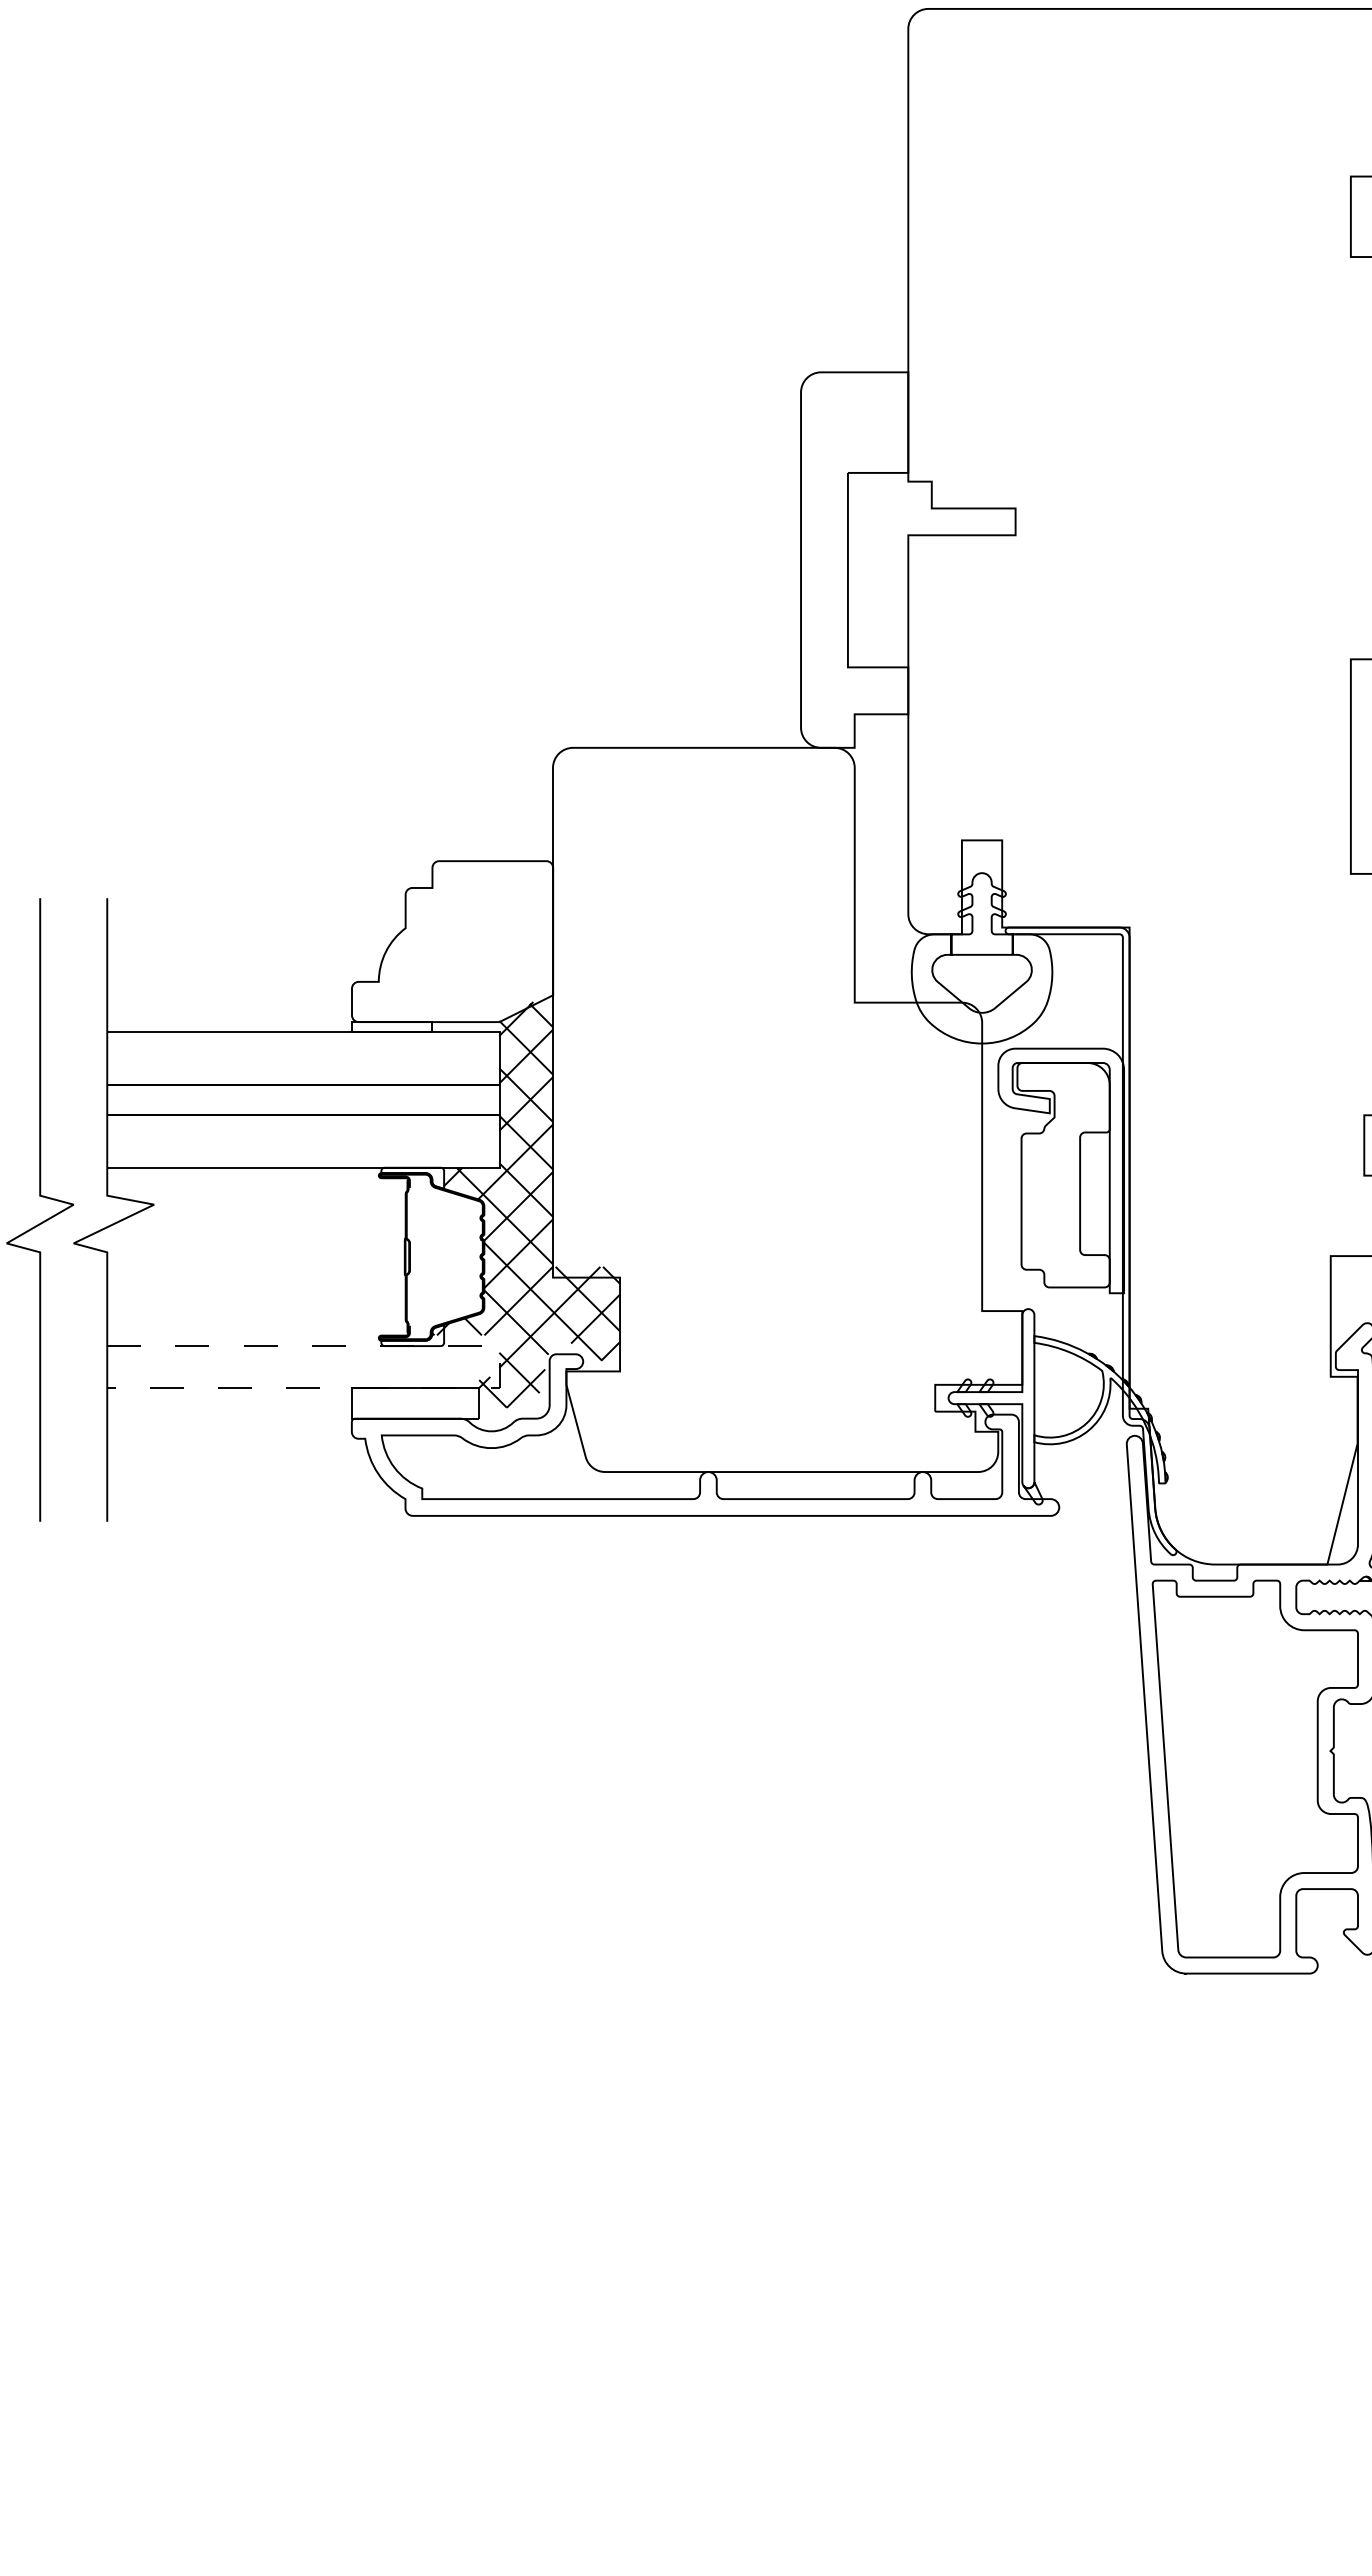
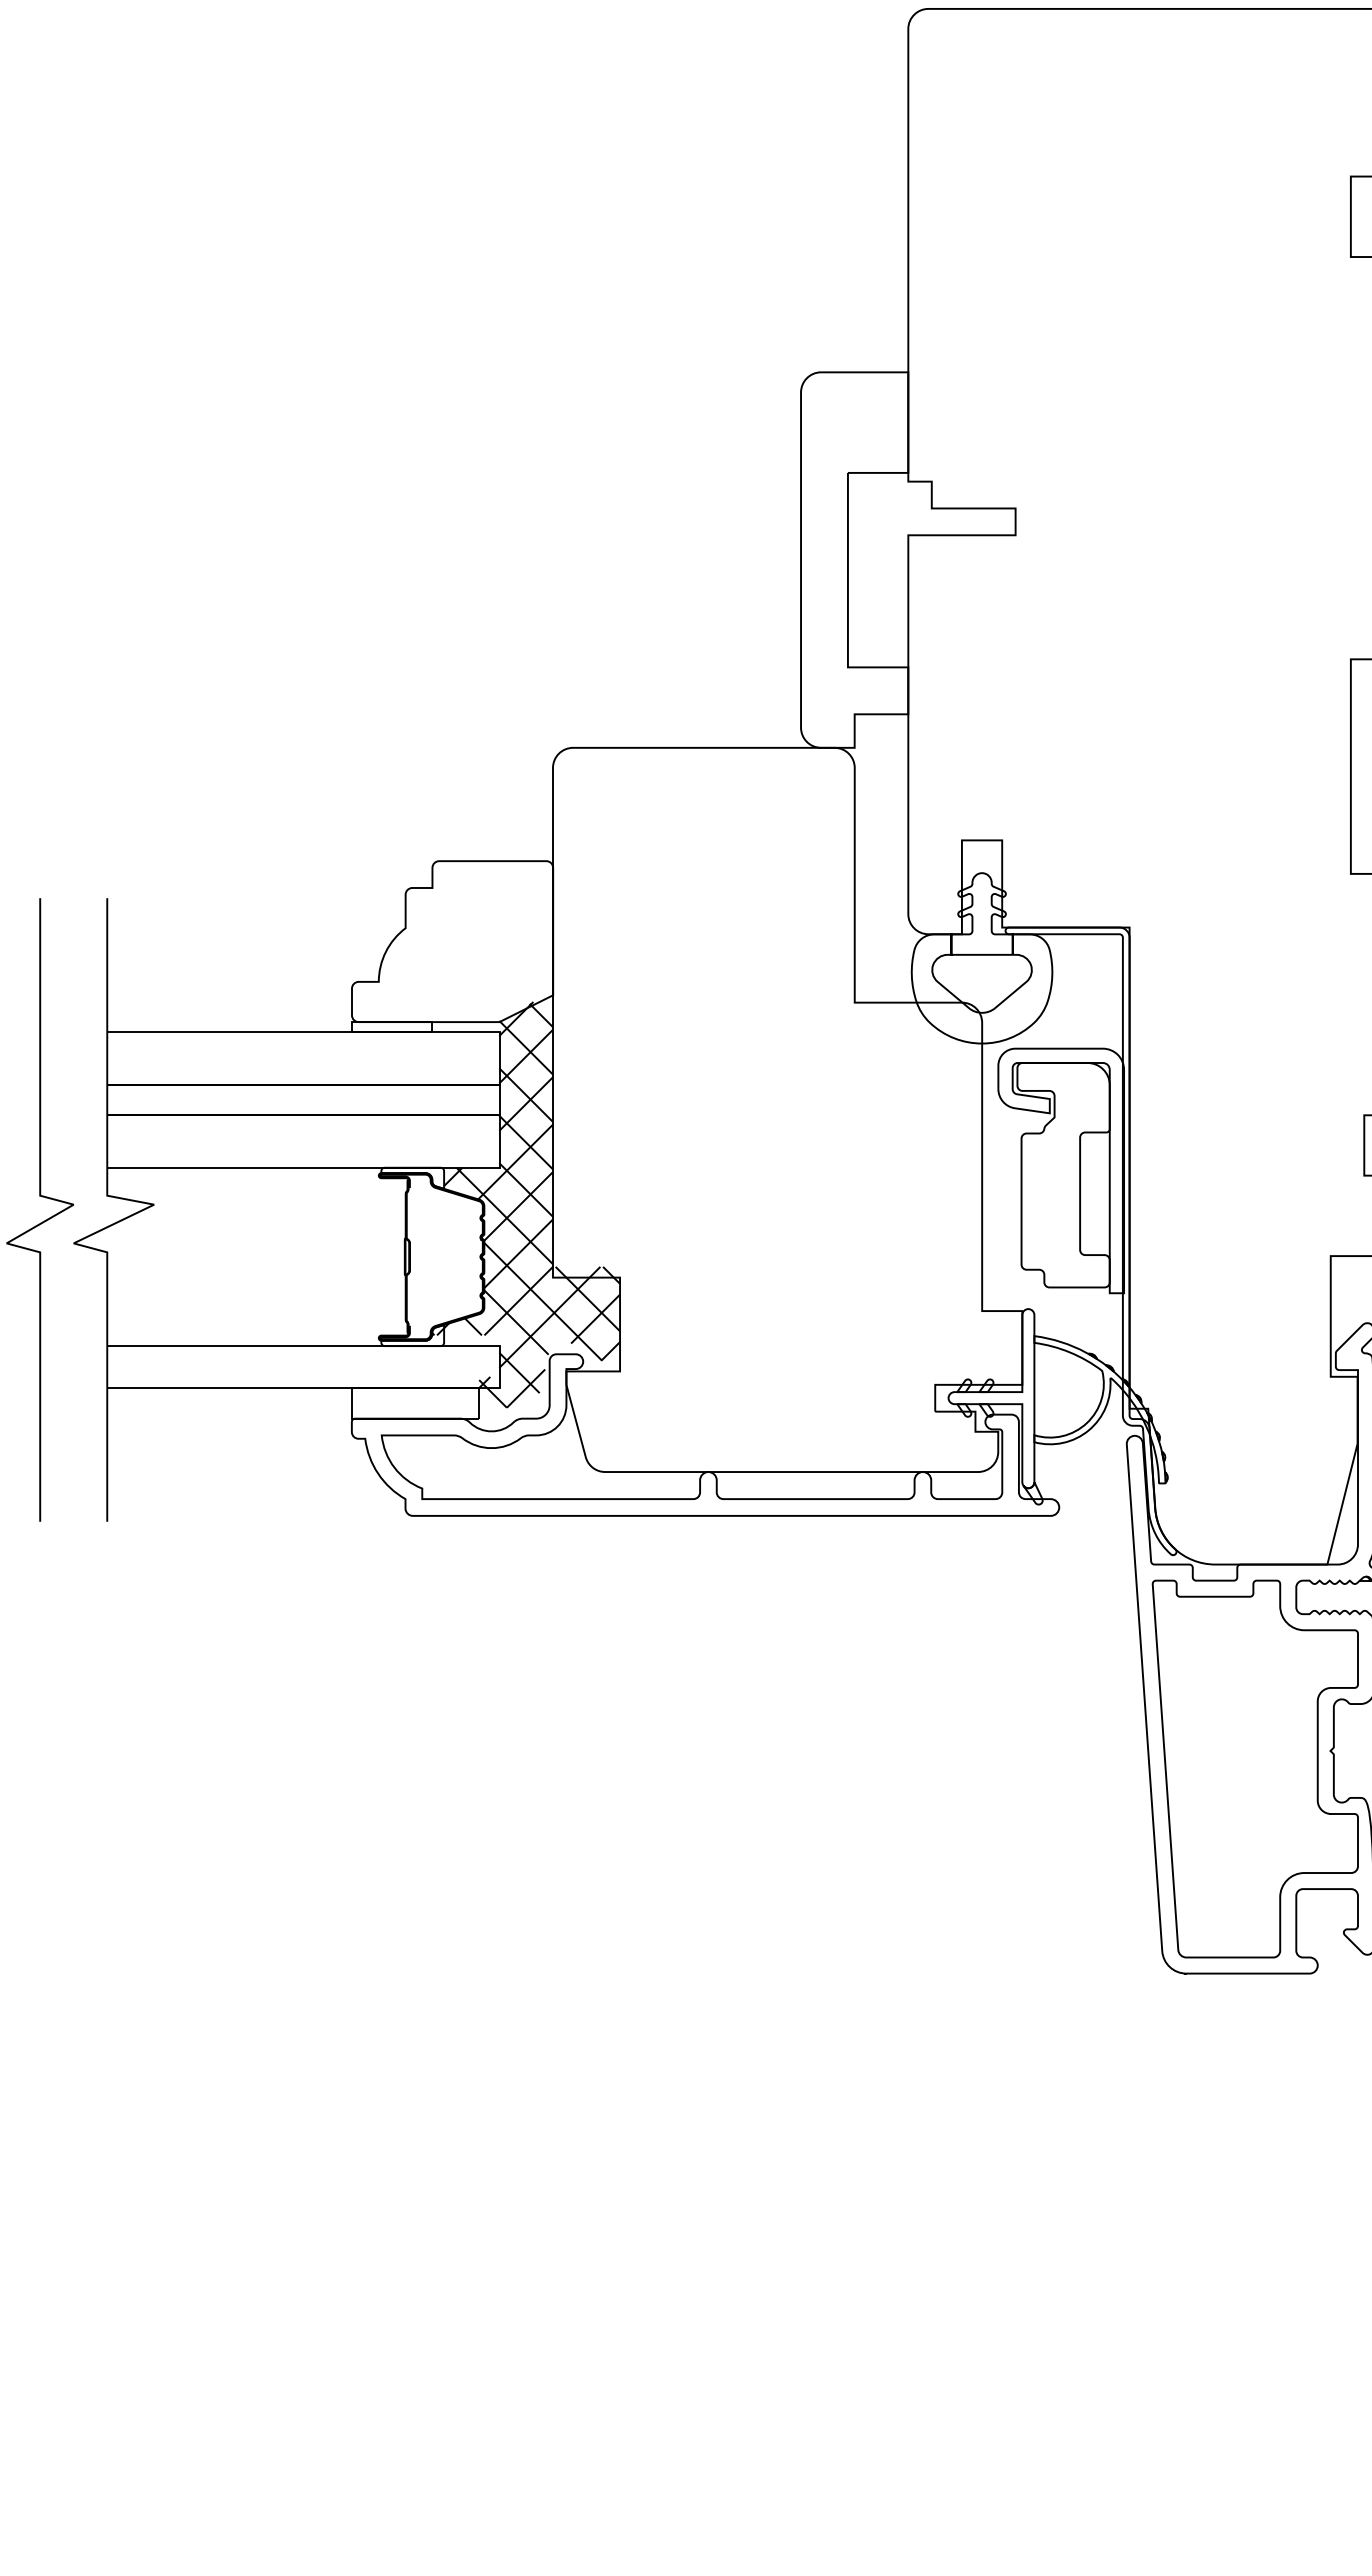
line at (499, 1366): dashed -> solid
